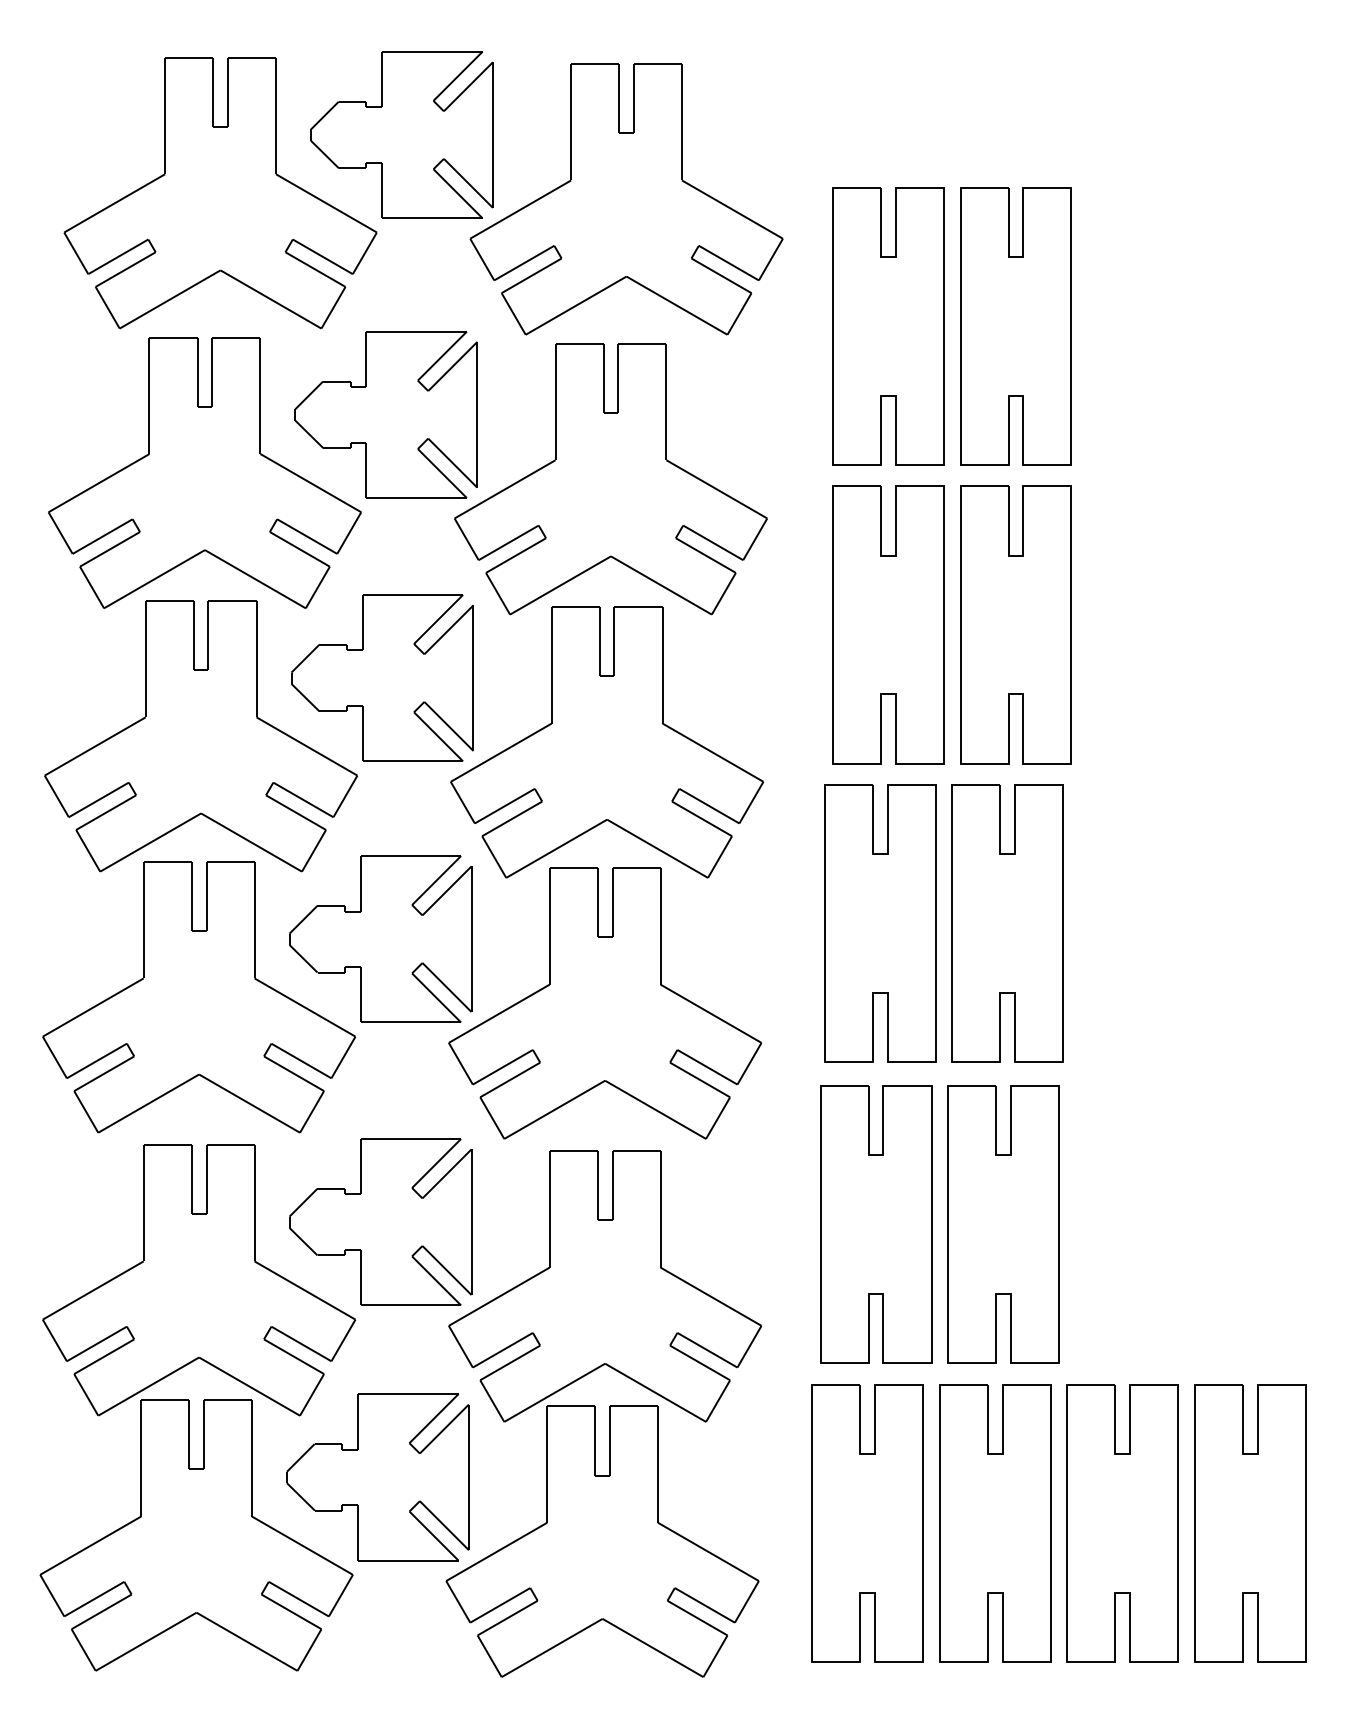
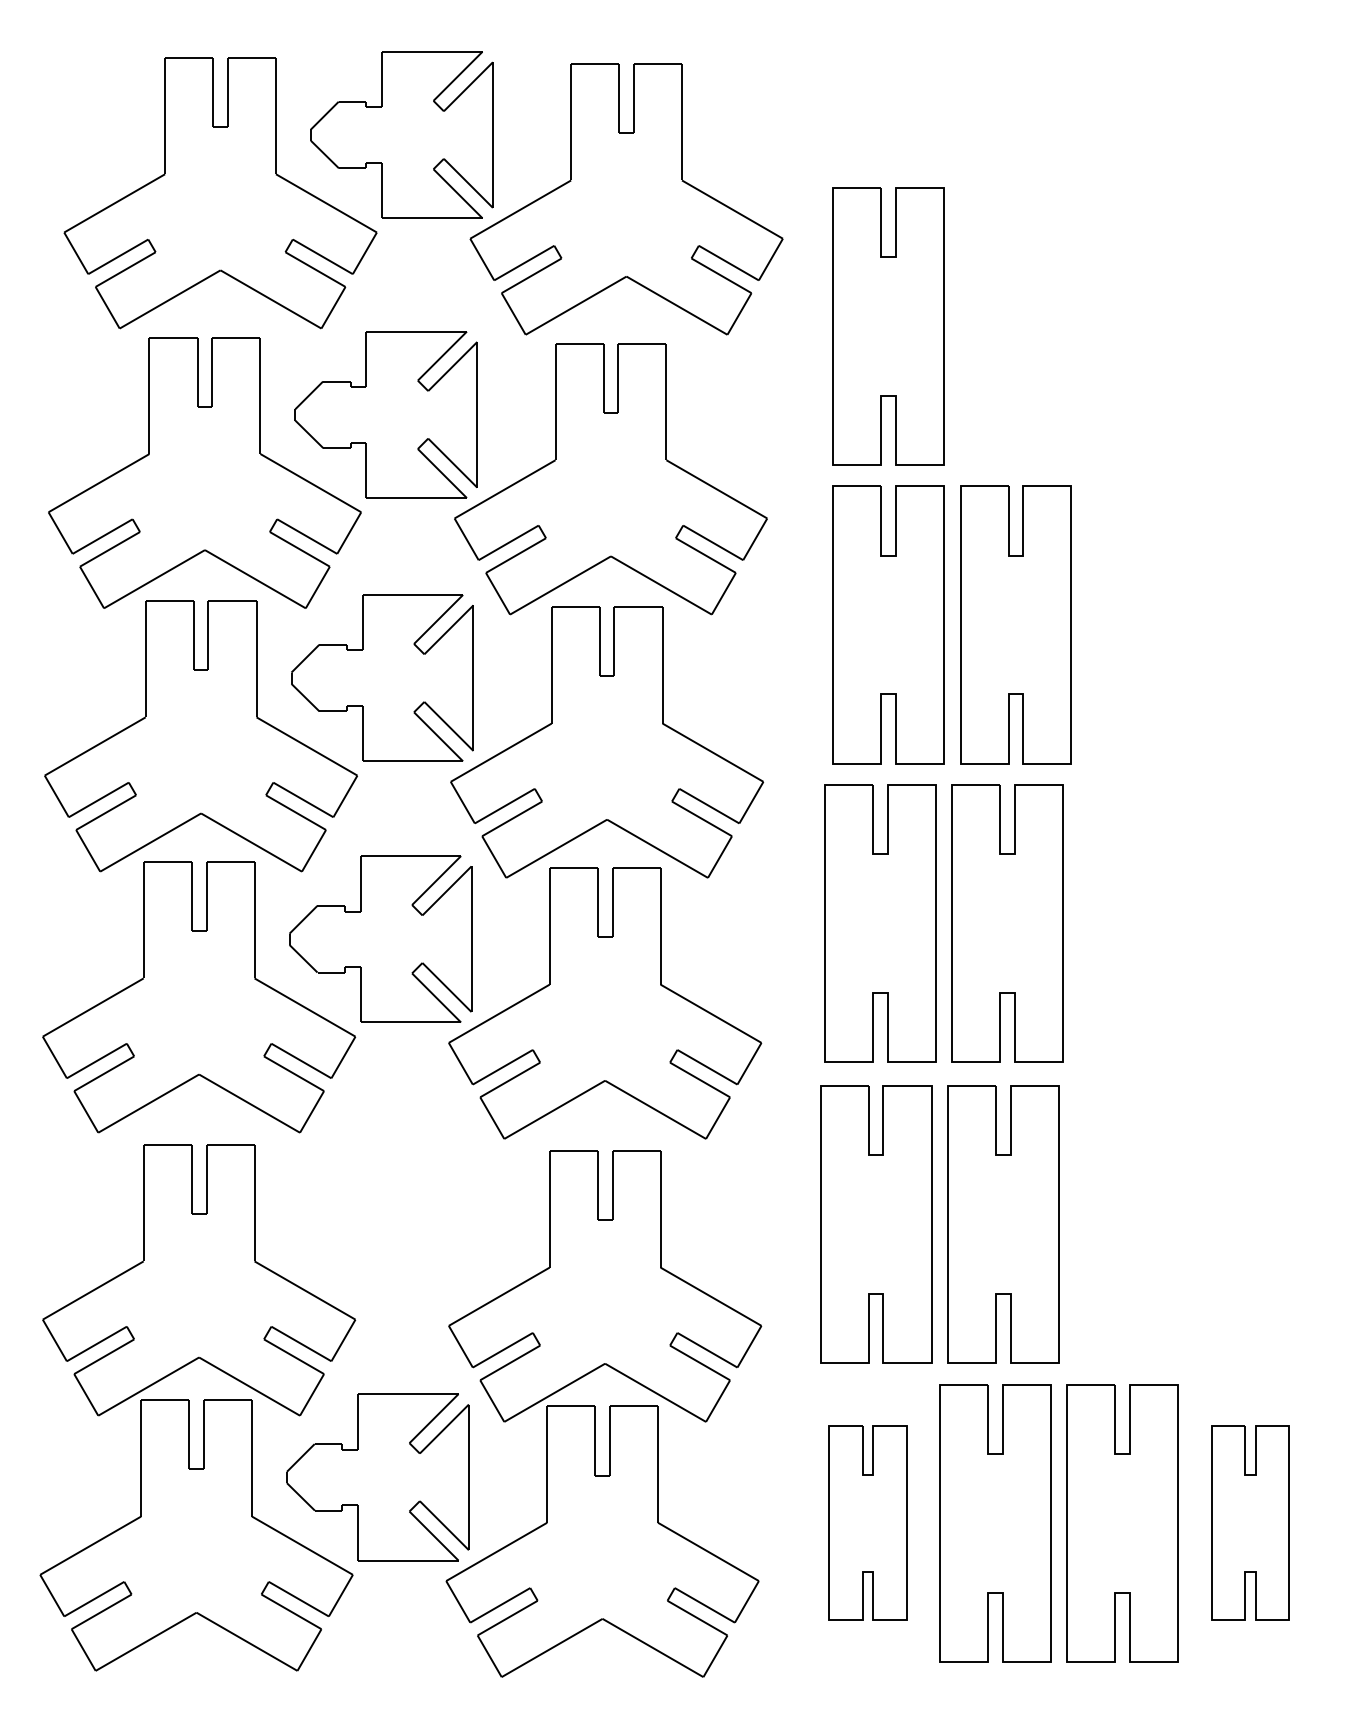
part at (1015, 326): present -> none
part at (380, 1221): present -> none
part at (867, 1523) size: 113x279 px -> 80x196 px
part at (1250, 1523) size: 113x279 px -> 79x196 px
